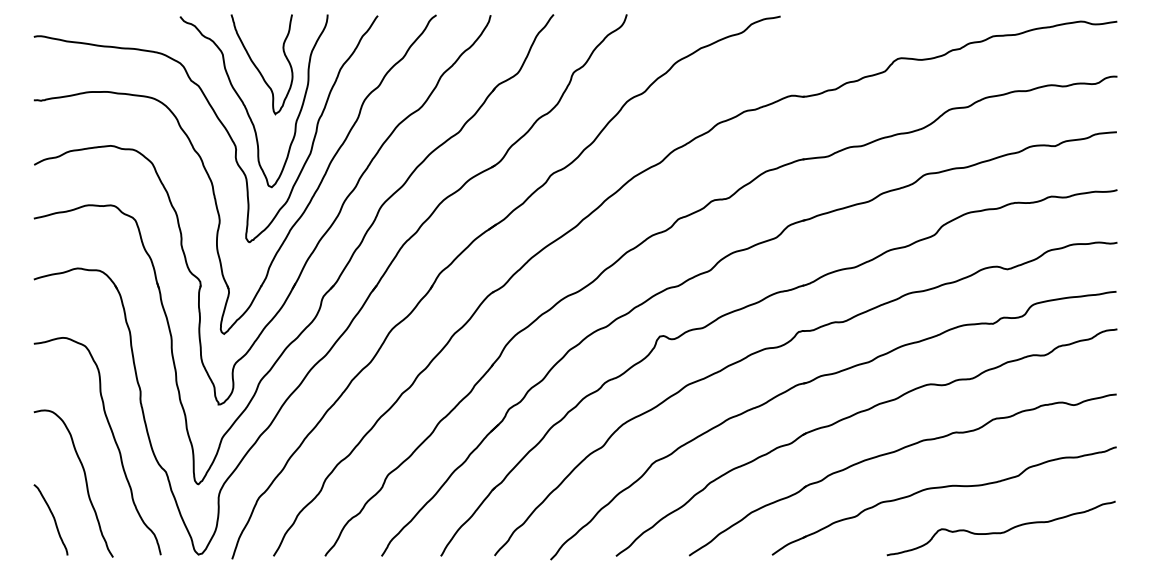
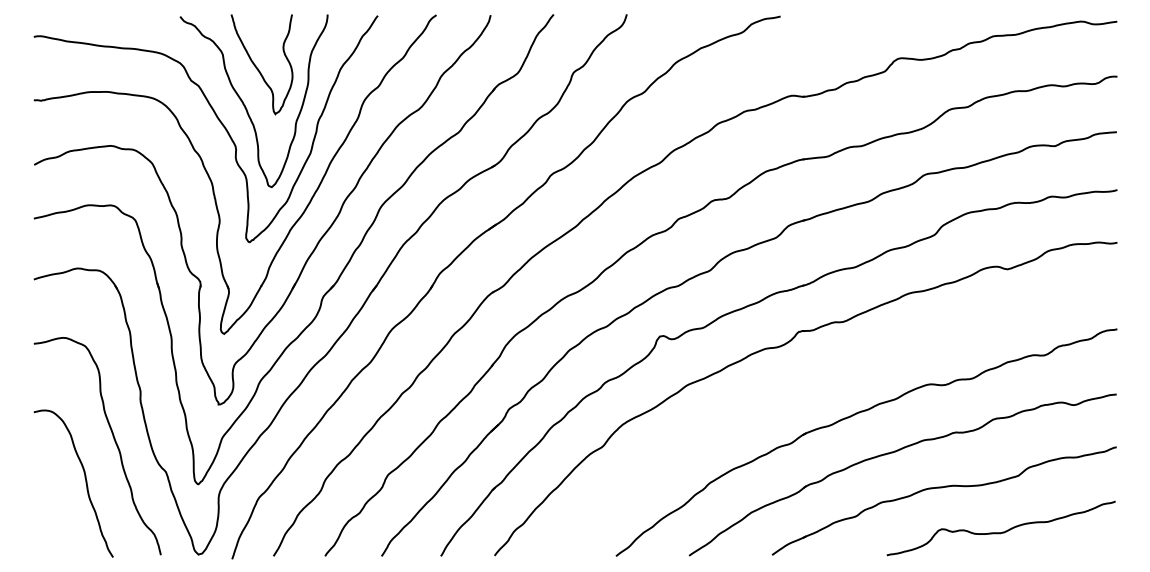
part at (812, 381): present -> none
curve at (52, 517): present -> none
